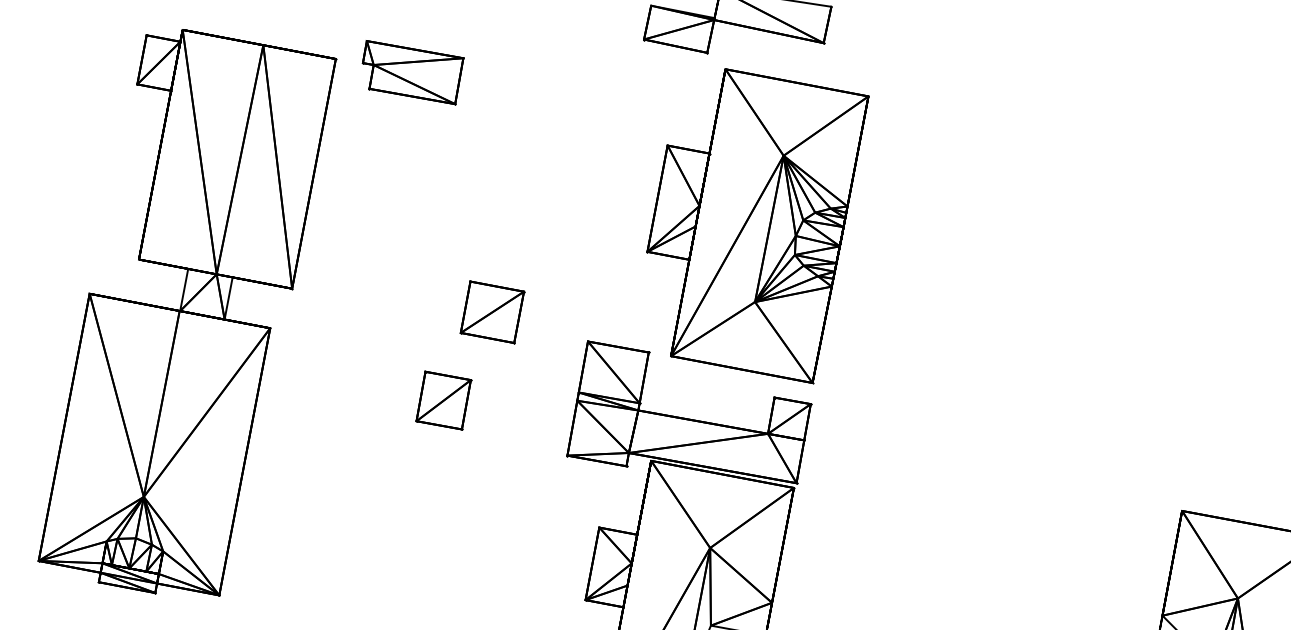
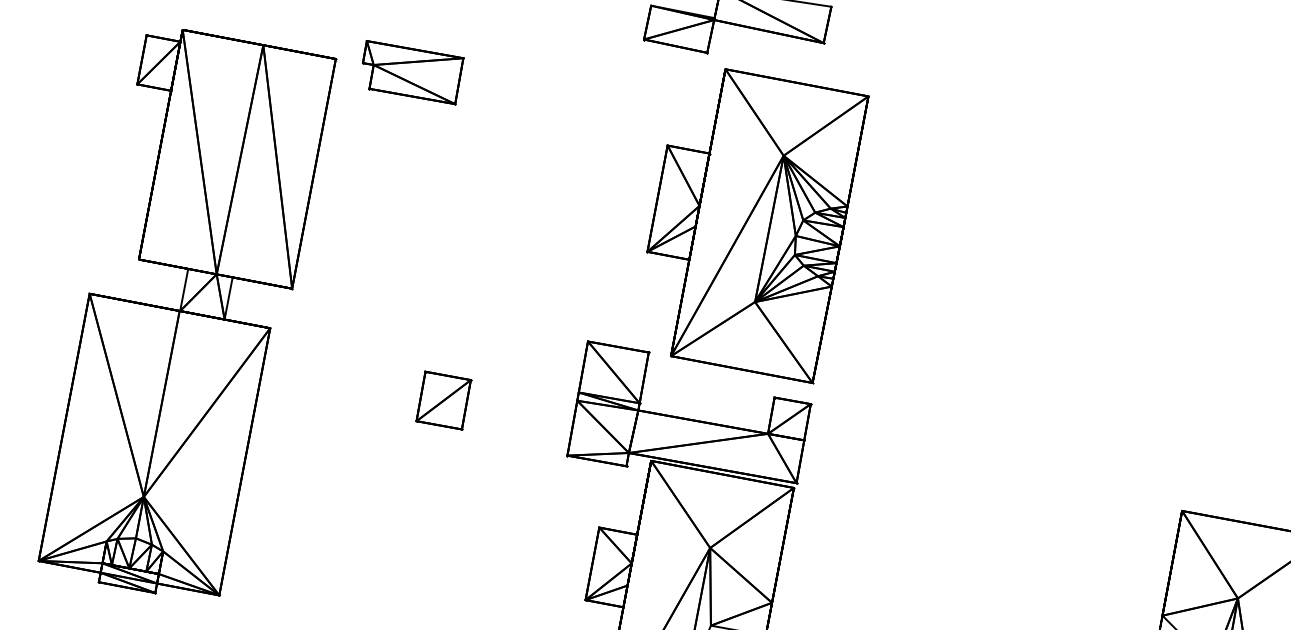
part at (492, 312): present -> none
